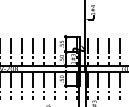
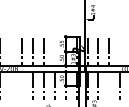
line at (11, 51): present -> none
line at (54, 51): present -> none
line at (120, 51): present -> none
line at (11, 85): present -> none
line at (21, 85): present -> none
line at (109, 85): present -> none
